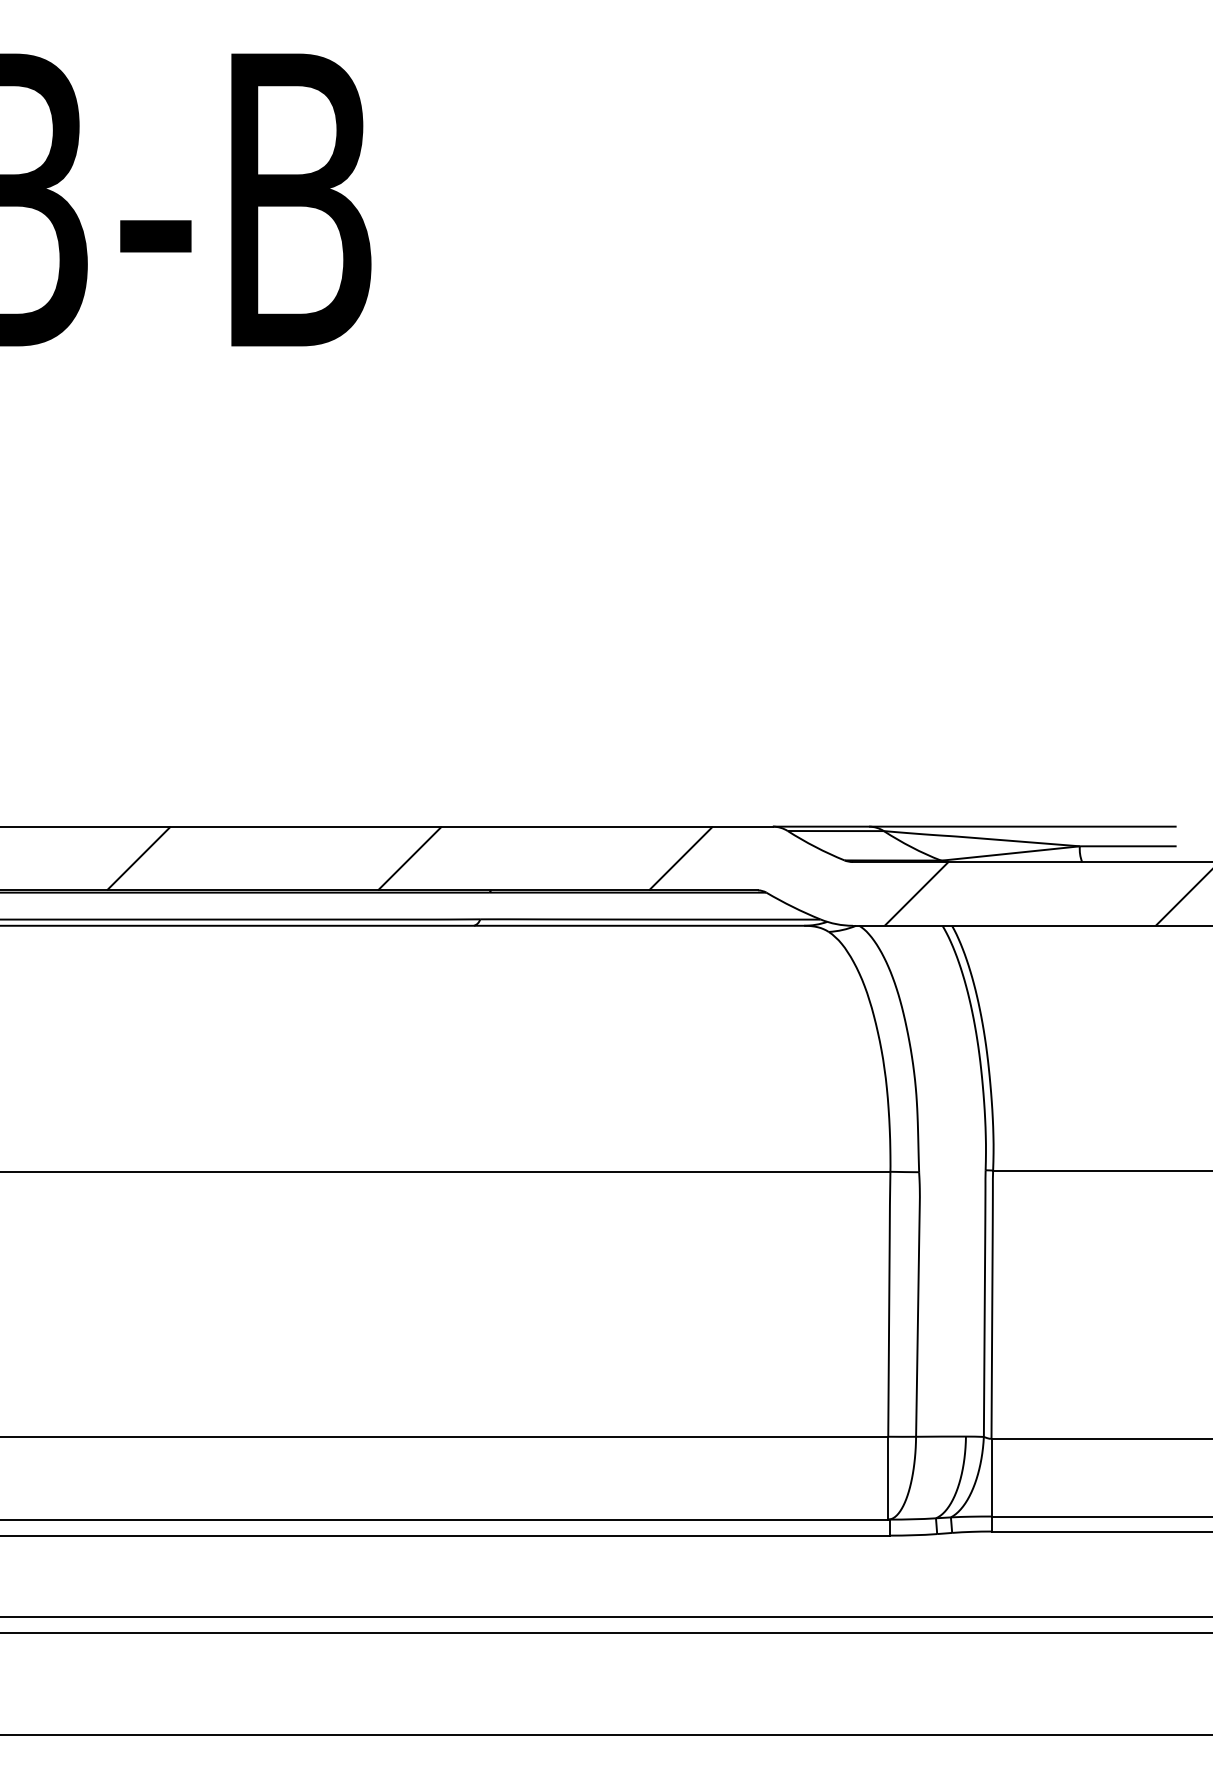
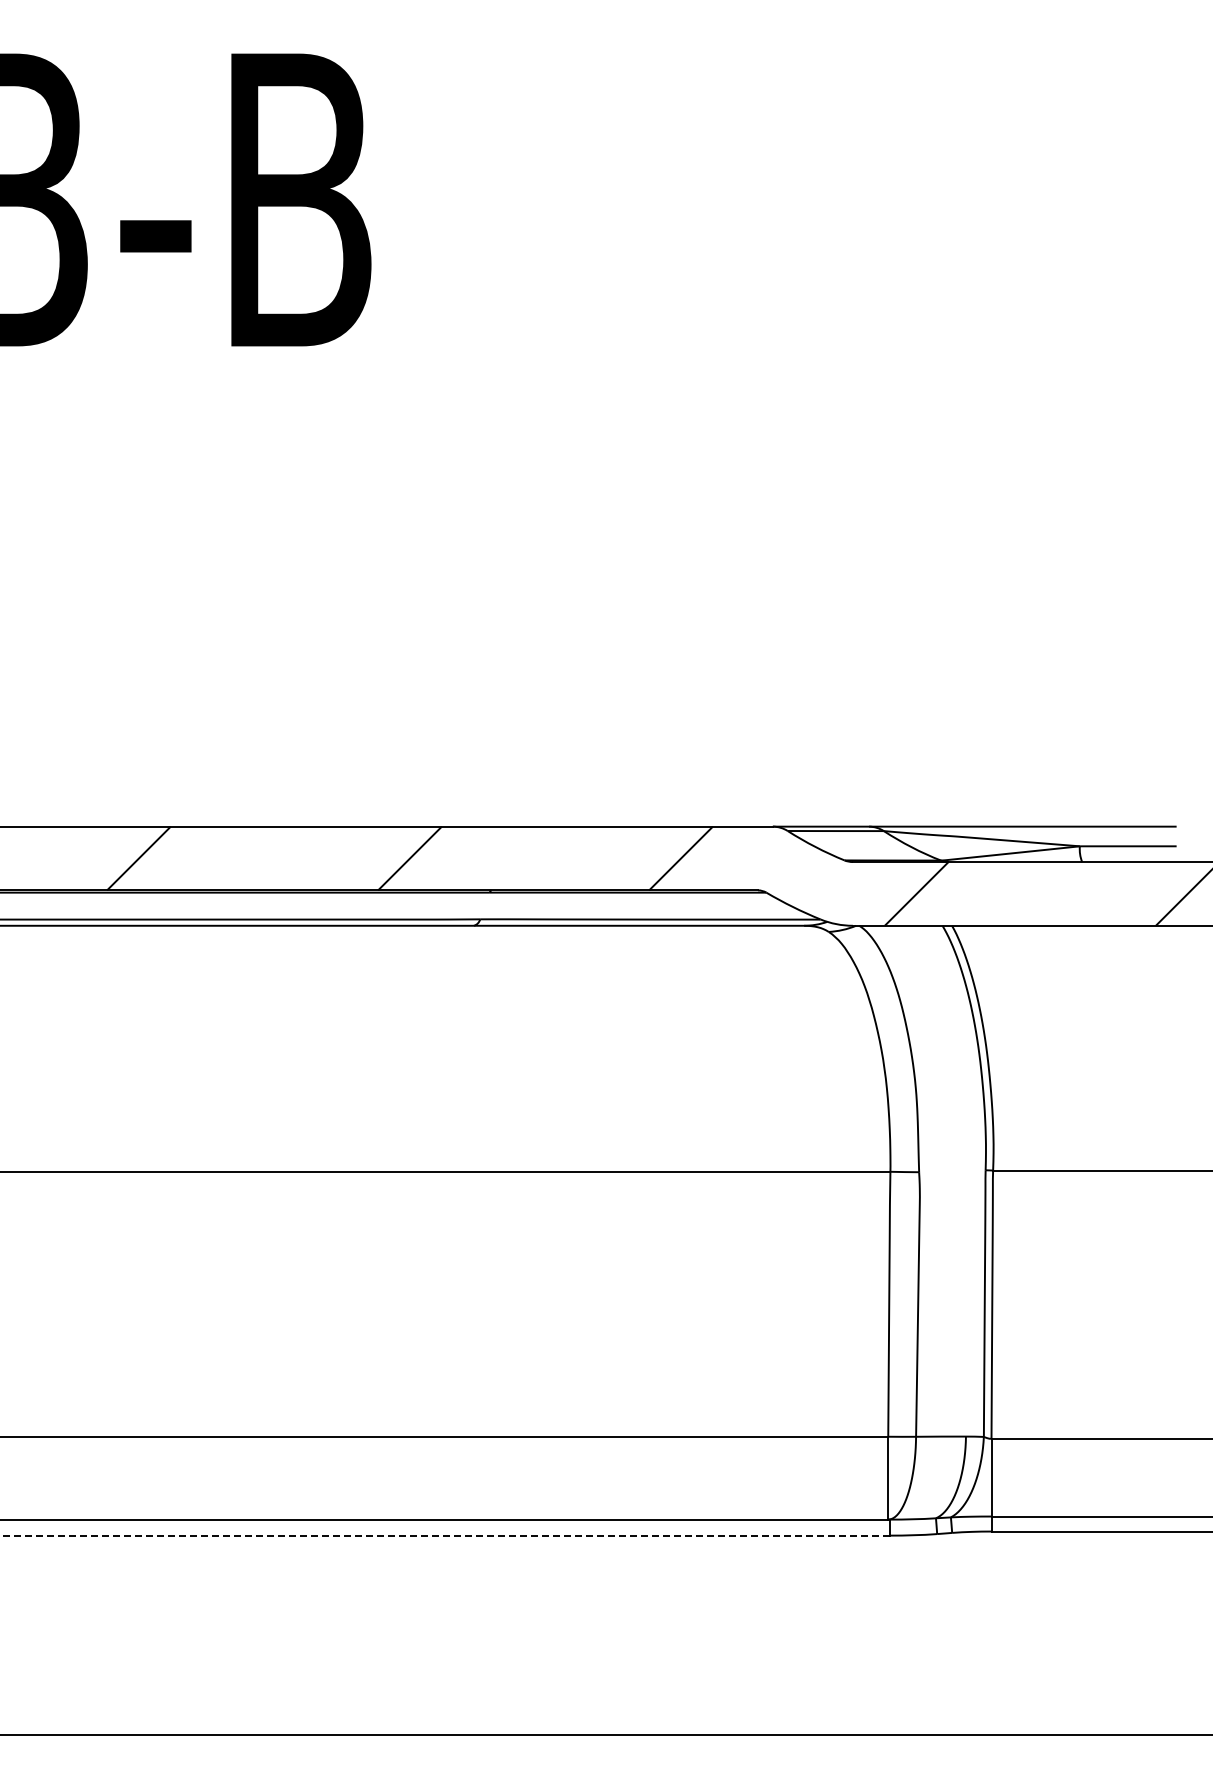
line at (445, 1535): solid -> dashed
line at (605, 1617): present -> none
line at (605, 1632): present -> none
